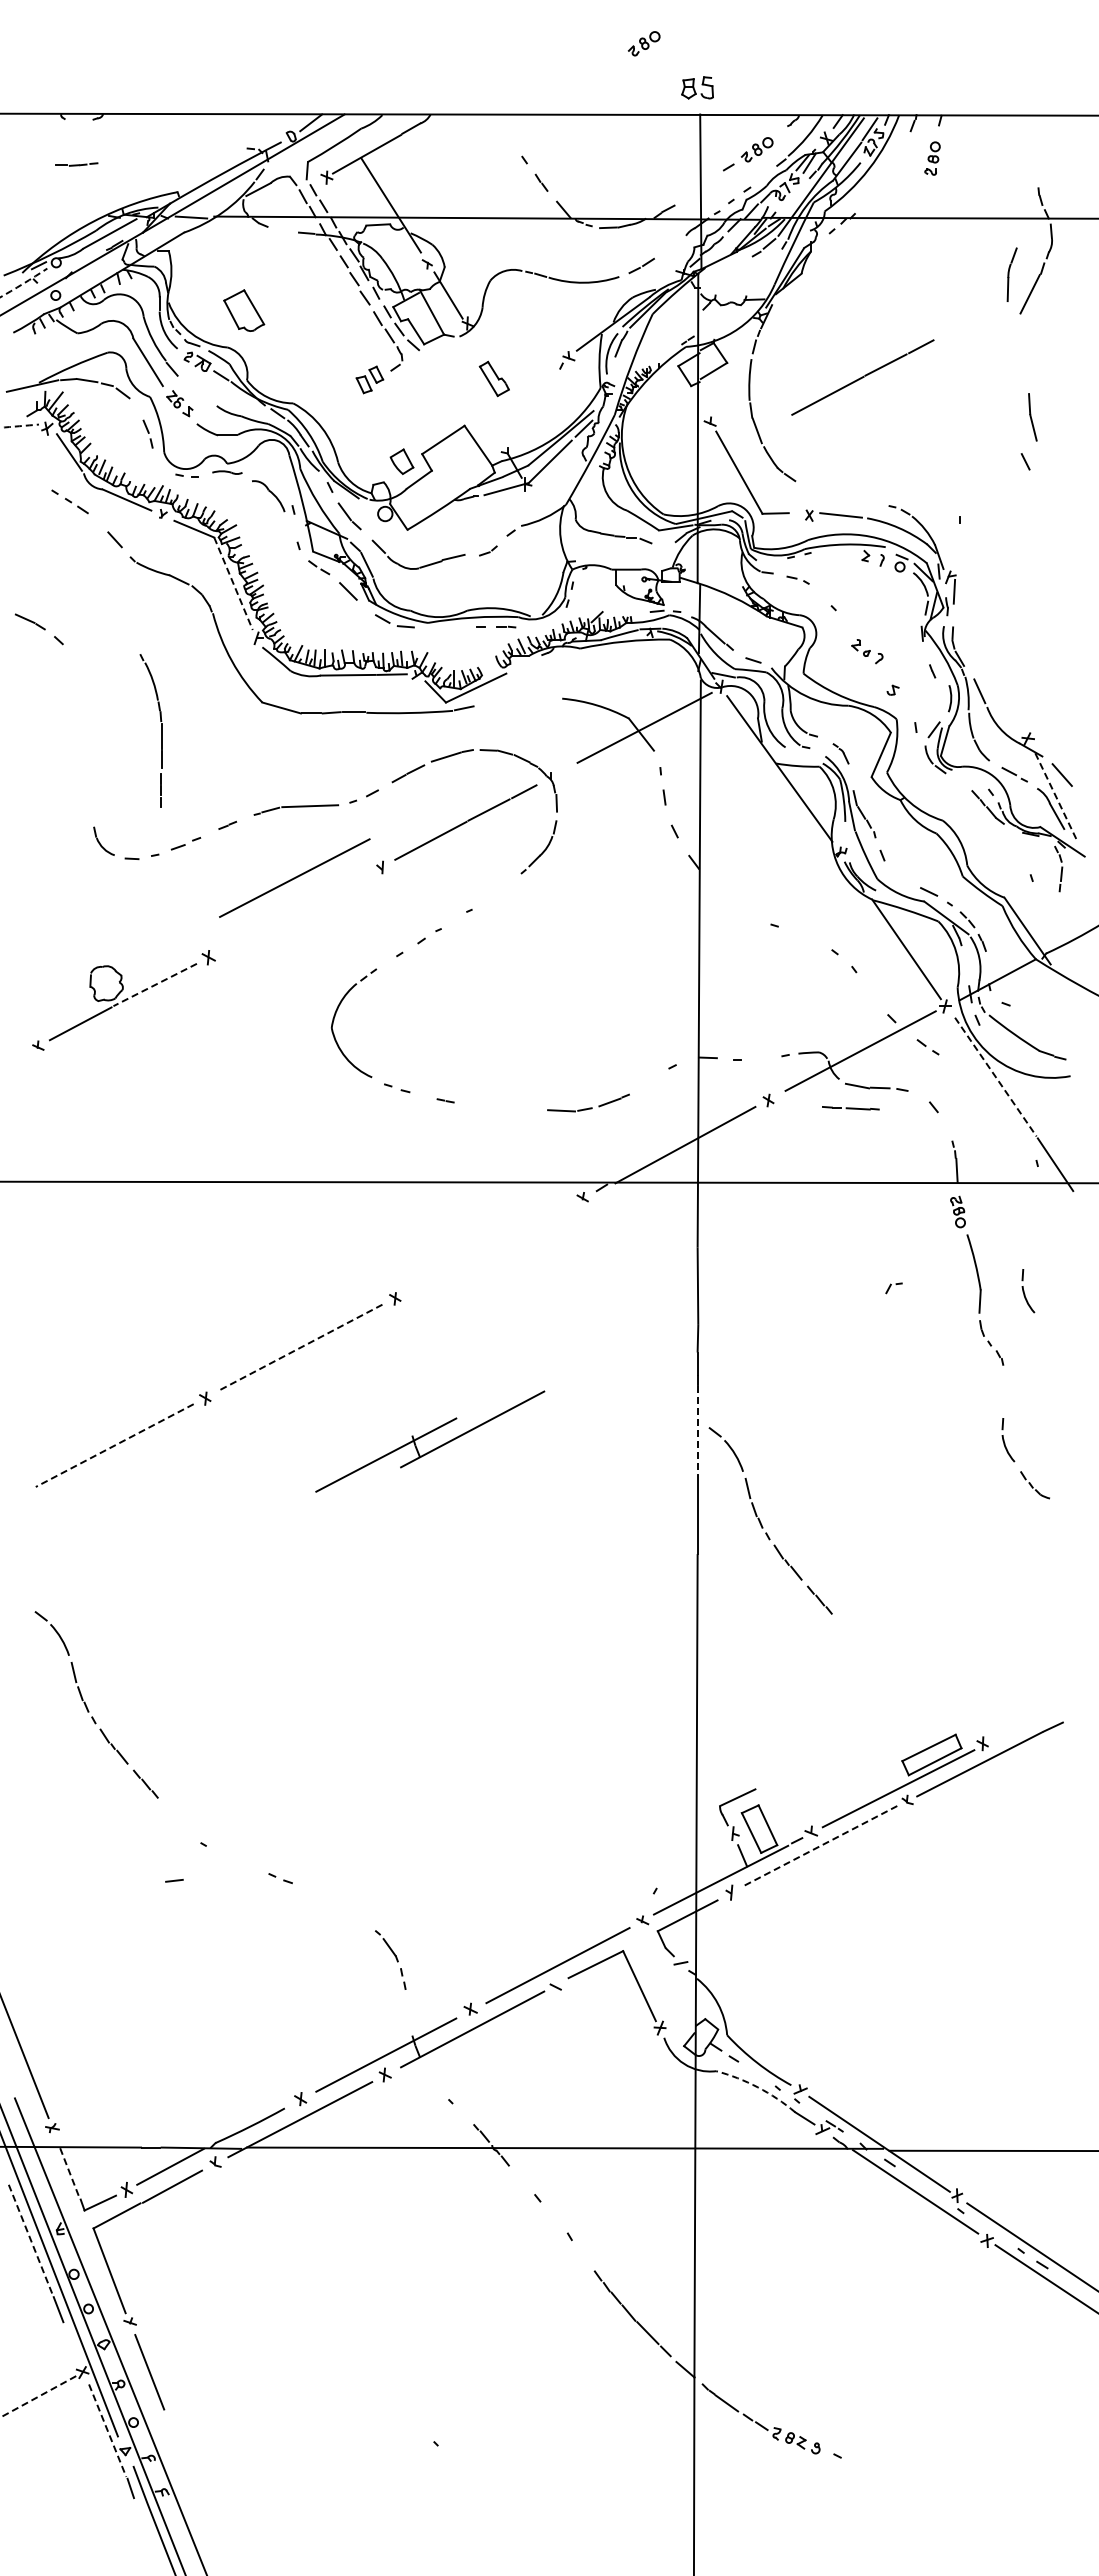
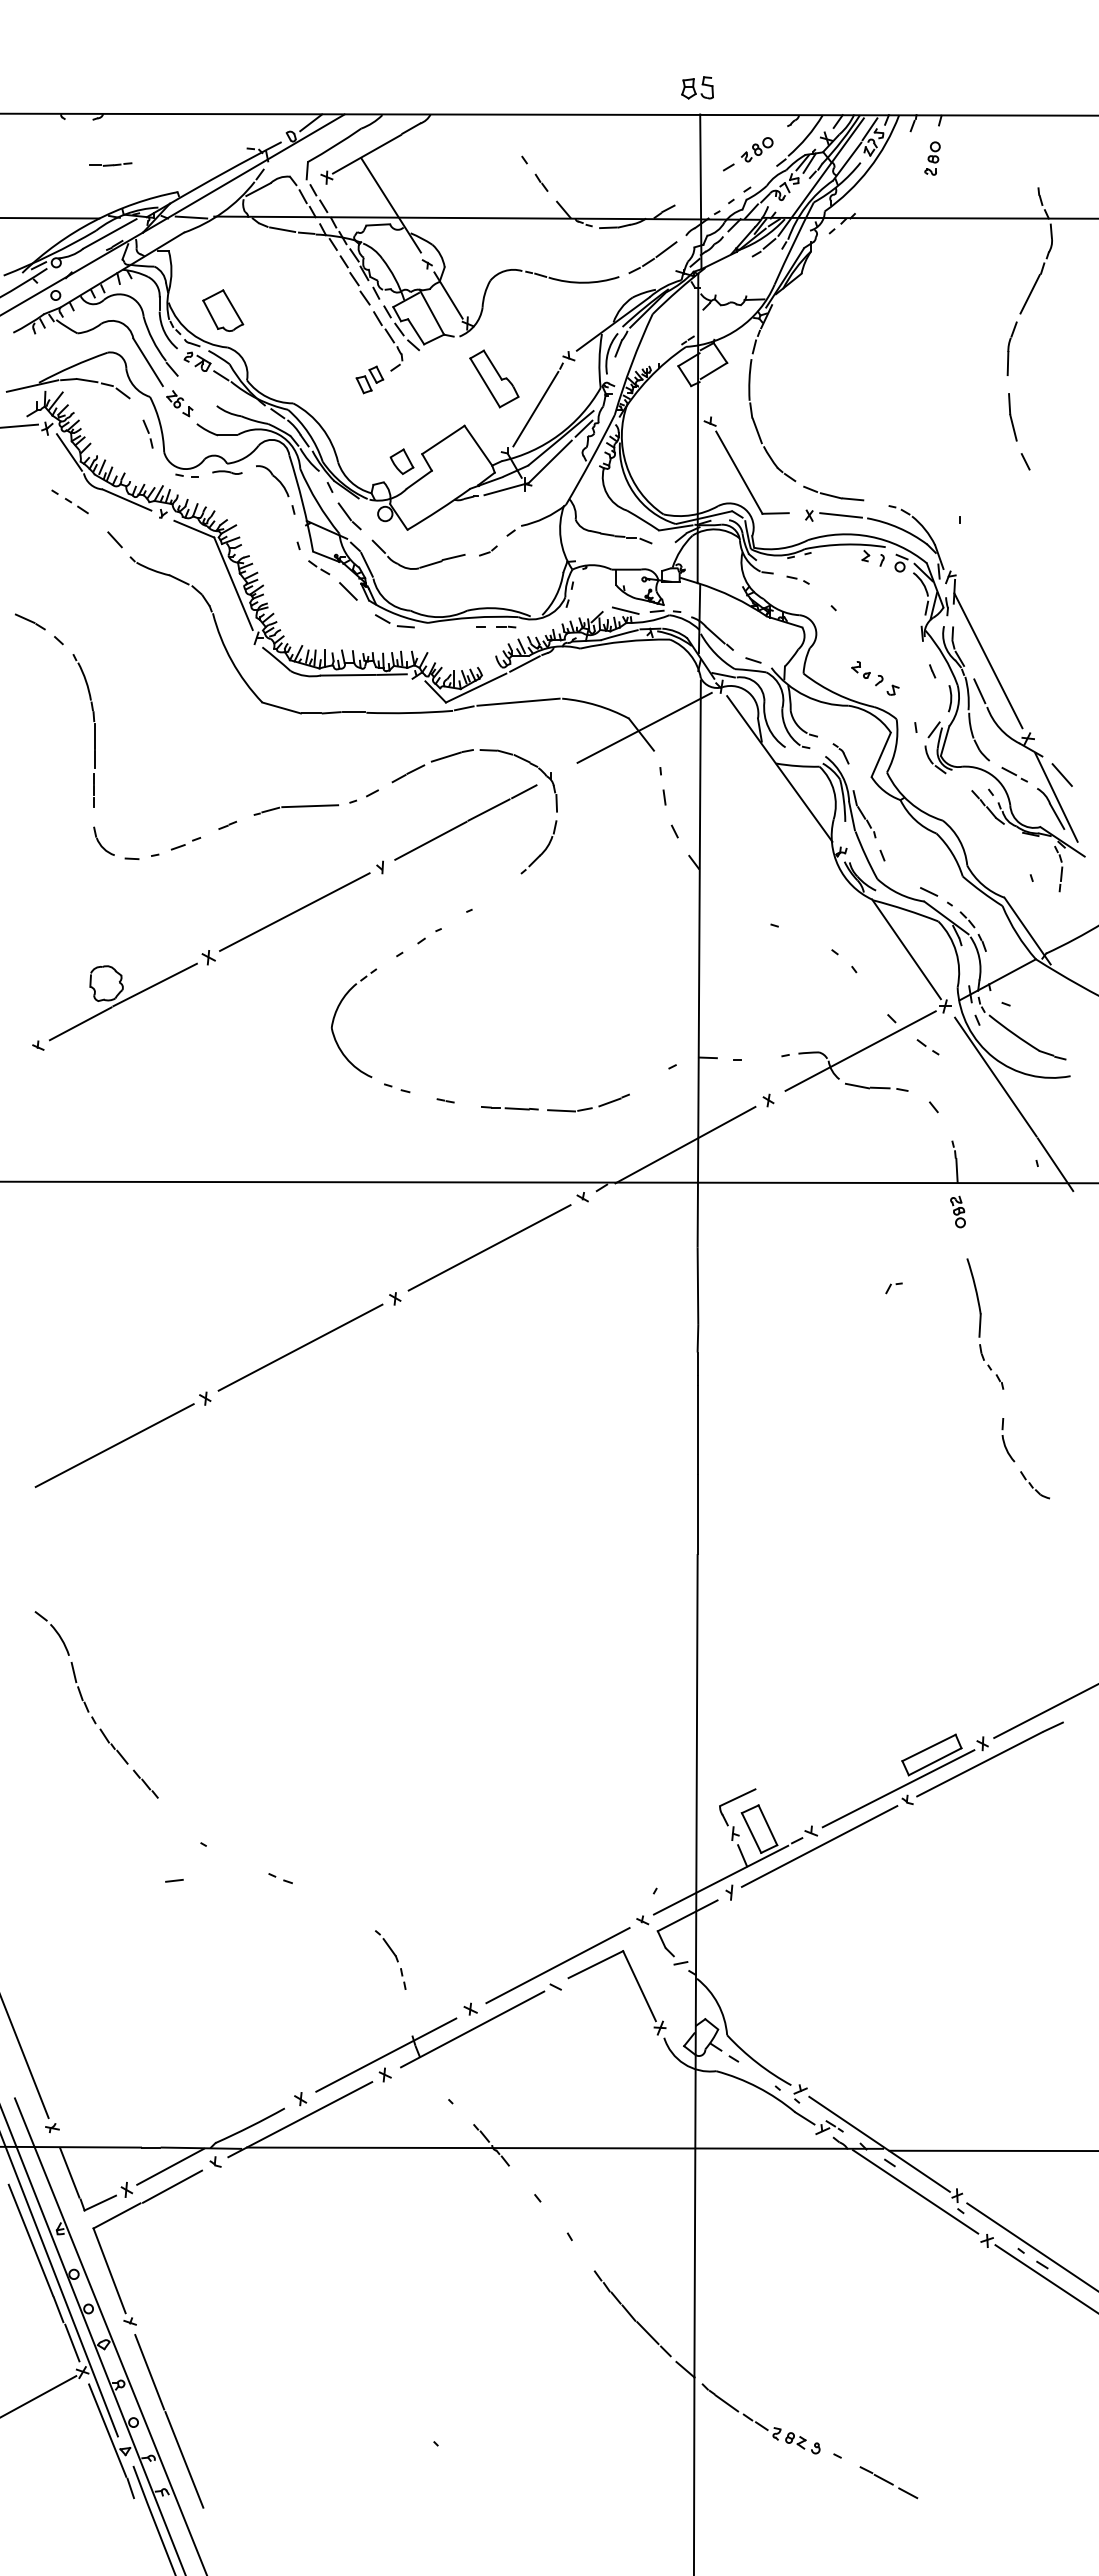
part at (643, 43): present -> none
part at (76, 164) position: (76, 164) -> (110, 164)
line at (50, 218): none -> present
line at (282, 229): none -> present
line at (666, 249): none -> present
part at (1011, 274) position: (1011, 274) -> (1011, 348)
arc at (23, 283): dashed -> solid
part at (244, 310) position: (244, 310) -> (223, 310)
line at (862, 377): present -> none
part at (493, 378) size: 32x38 px -> 51x60 px
line at (535, 408): none -> present
part at (1032, 417) position: (1032, 417) -> (1012, 417)
arc at (19, 426): dashed -> solid
part at (833, 493): none -> present
part at (268, 496) position: (268, 496) -> (272, 481)
line at (233, 584): dashed -> solid
line at (625, 610): none -> present
part at (867, 651) position: (867, 651) -> (867, 673)
line at (988, 660): none -> present
line at (524, 663): none -> present
line at (518, 701): none -> present
part at (161, 730) position: (161, 730) -> (94, 730)
line at (1056, 797): dashed -> solid
line at (294, 877) position: (294, 877) -> (294, 911)
line at (155, 984): dashed -> solid
line at (996, 1077): dashed -> solid
line at (850, 1108) position: (850, 1108) -> (509, 1108)
line at (489, 1247): none -> present
part at (1028, 1291): present -> none
part at (985, 1299) position: (985, 1299) -> (985, 1323)
line at (300, 1347): dashed -> solid
line at (697, 1429): dashed -> solid
part at (426, 1435): present -> none
line at (114, 1445): dashed -> solid
part at (762, 1524): present -> none
line at (1044, 1711): none -> present
line at (819, 1846): dashed -> solid
arc at (757, 2087): dashed -> solid
line at (69, 2172): dashed -> solid
line at (30, 2240): dashed -> solid
line at (72, 2342): none -> present
line at (38, 2396): dashed -> solid
line at (107, 2430): dashed -> solid
line at (184, 2459): none -> present
line at (888, 2482): none -> present
